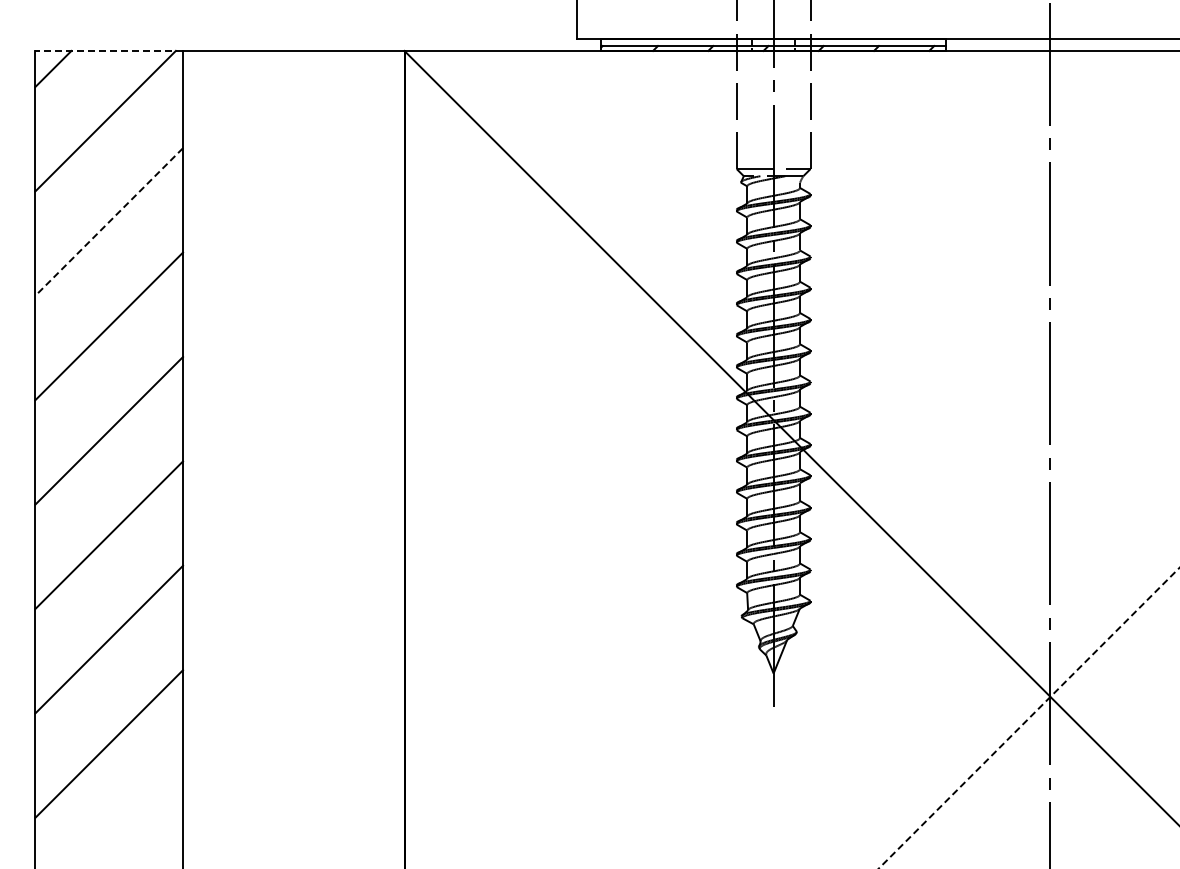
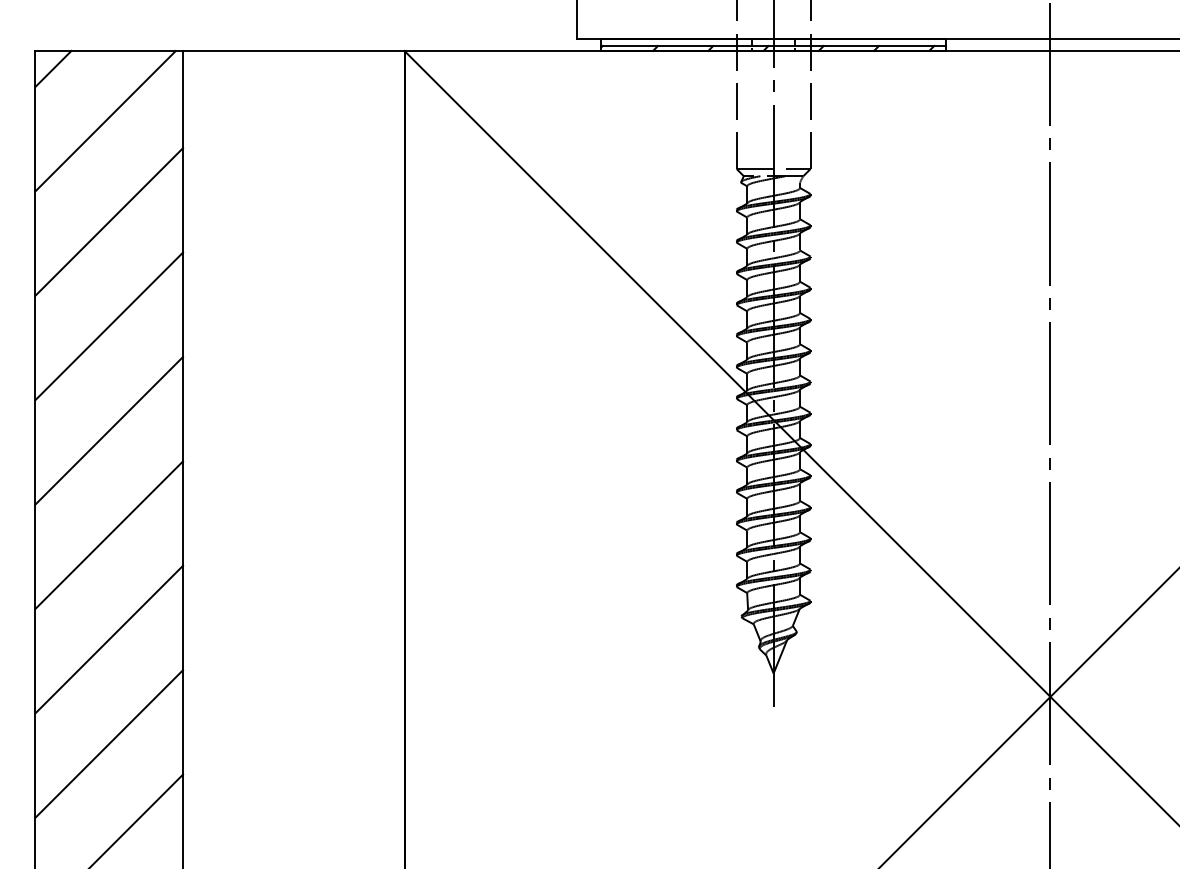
line at (109, 50): dashed -> solid
line at (108, 222): dashed -> solid
line at (1029, 718): dashed -> solid
line at (137, 819): none -> present
